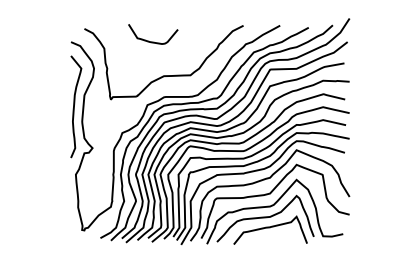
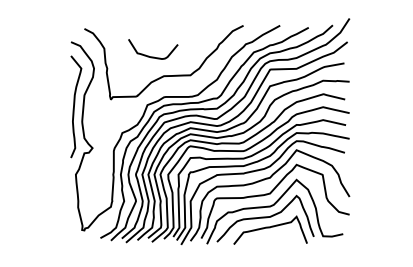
curve at (153, 41) position: (153, 41) -> (153, 56)
